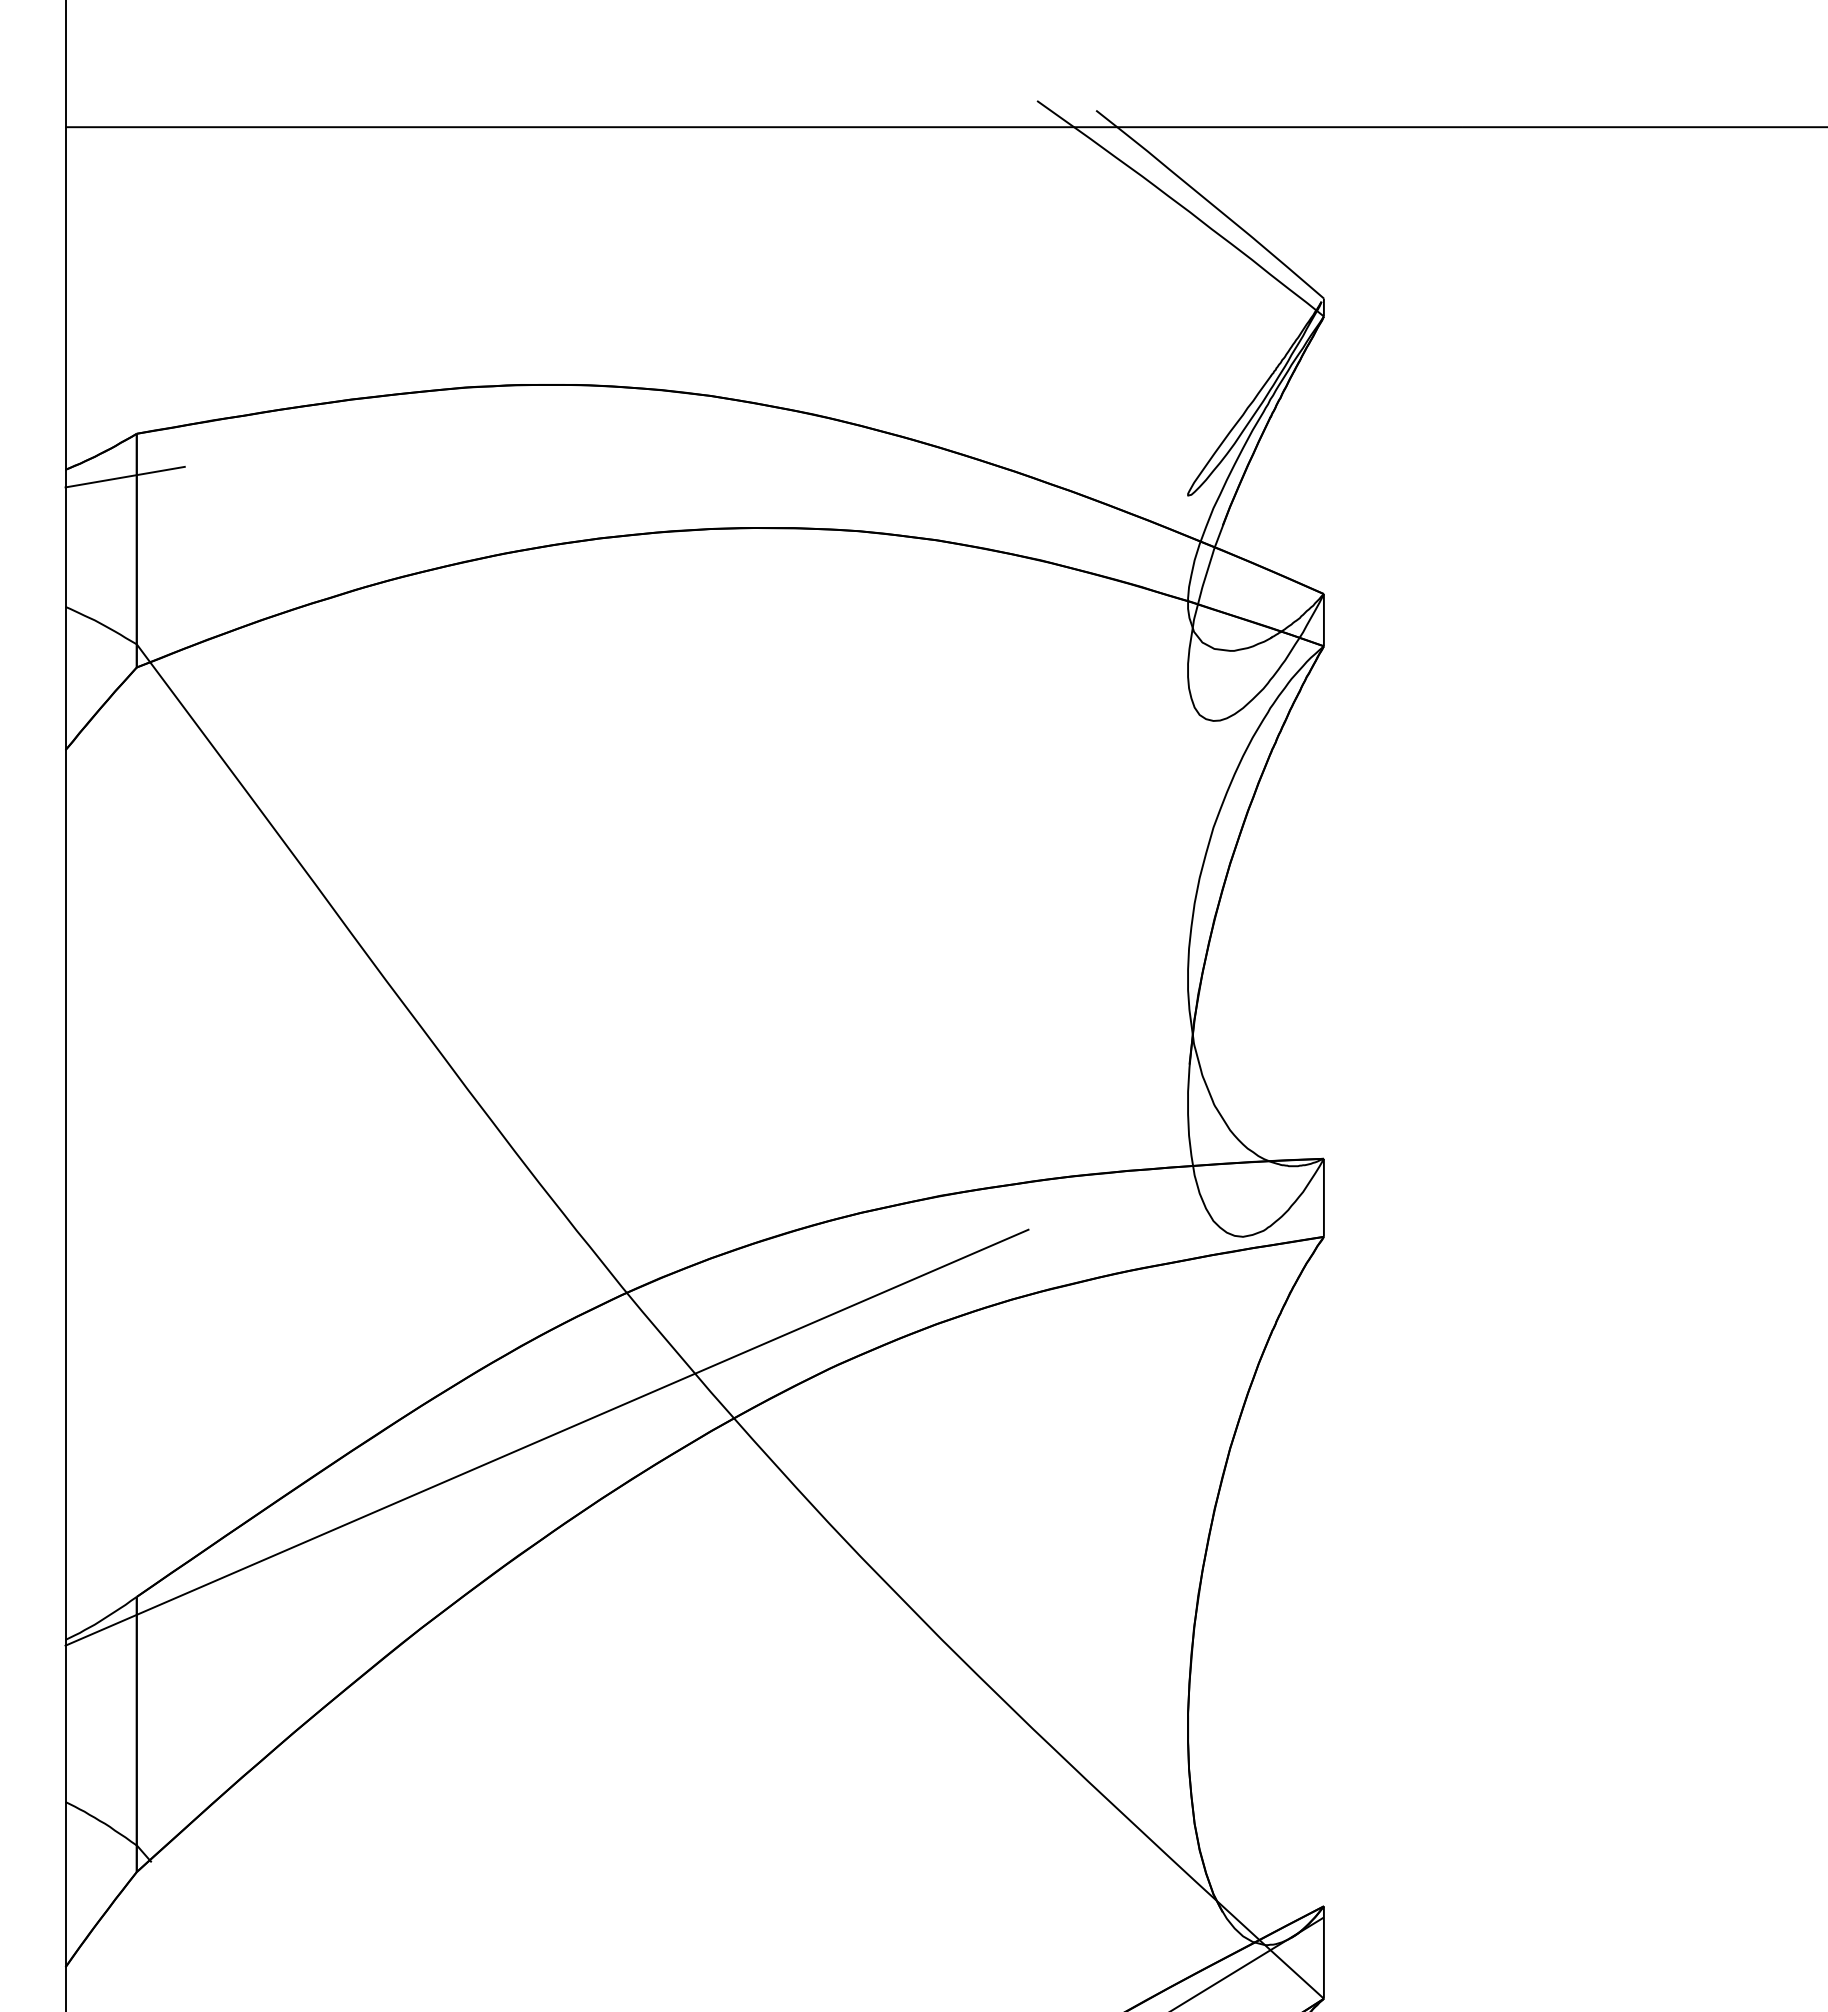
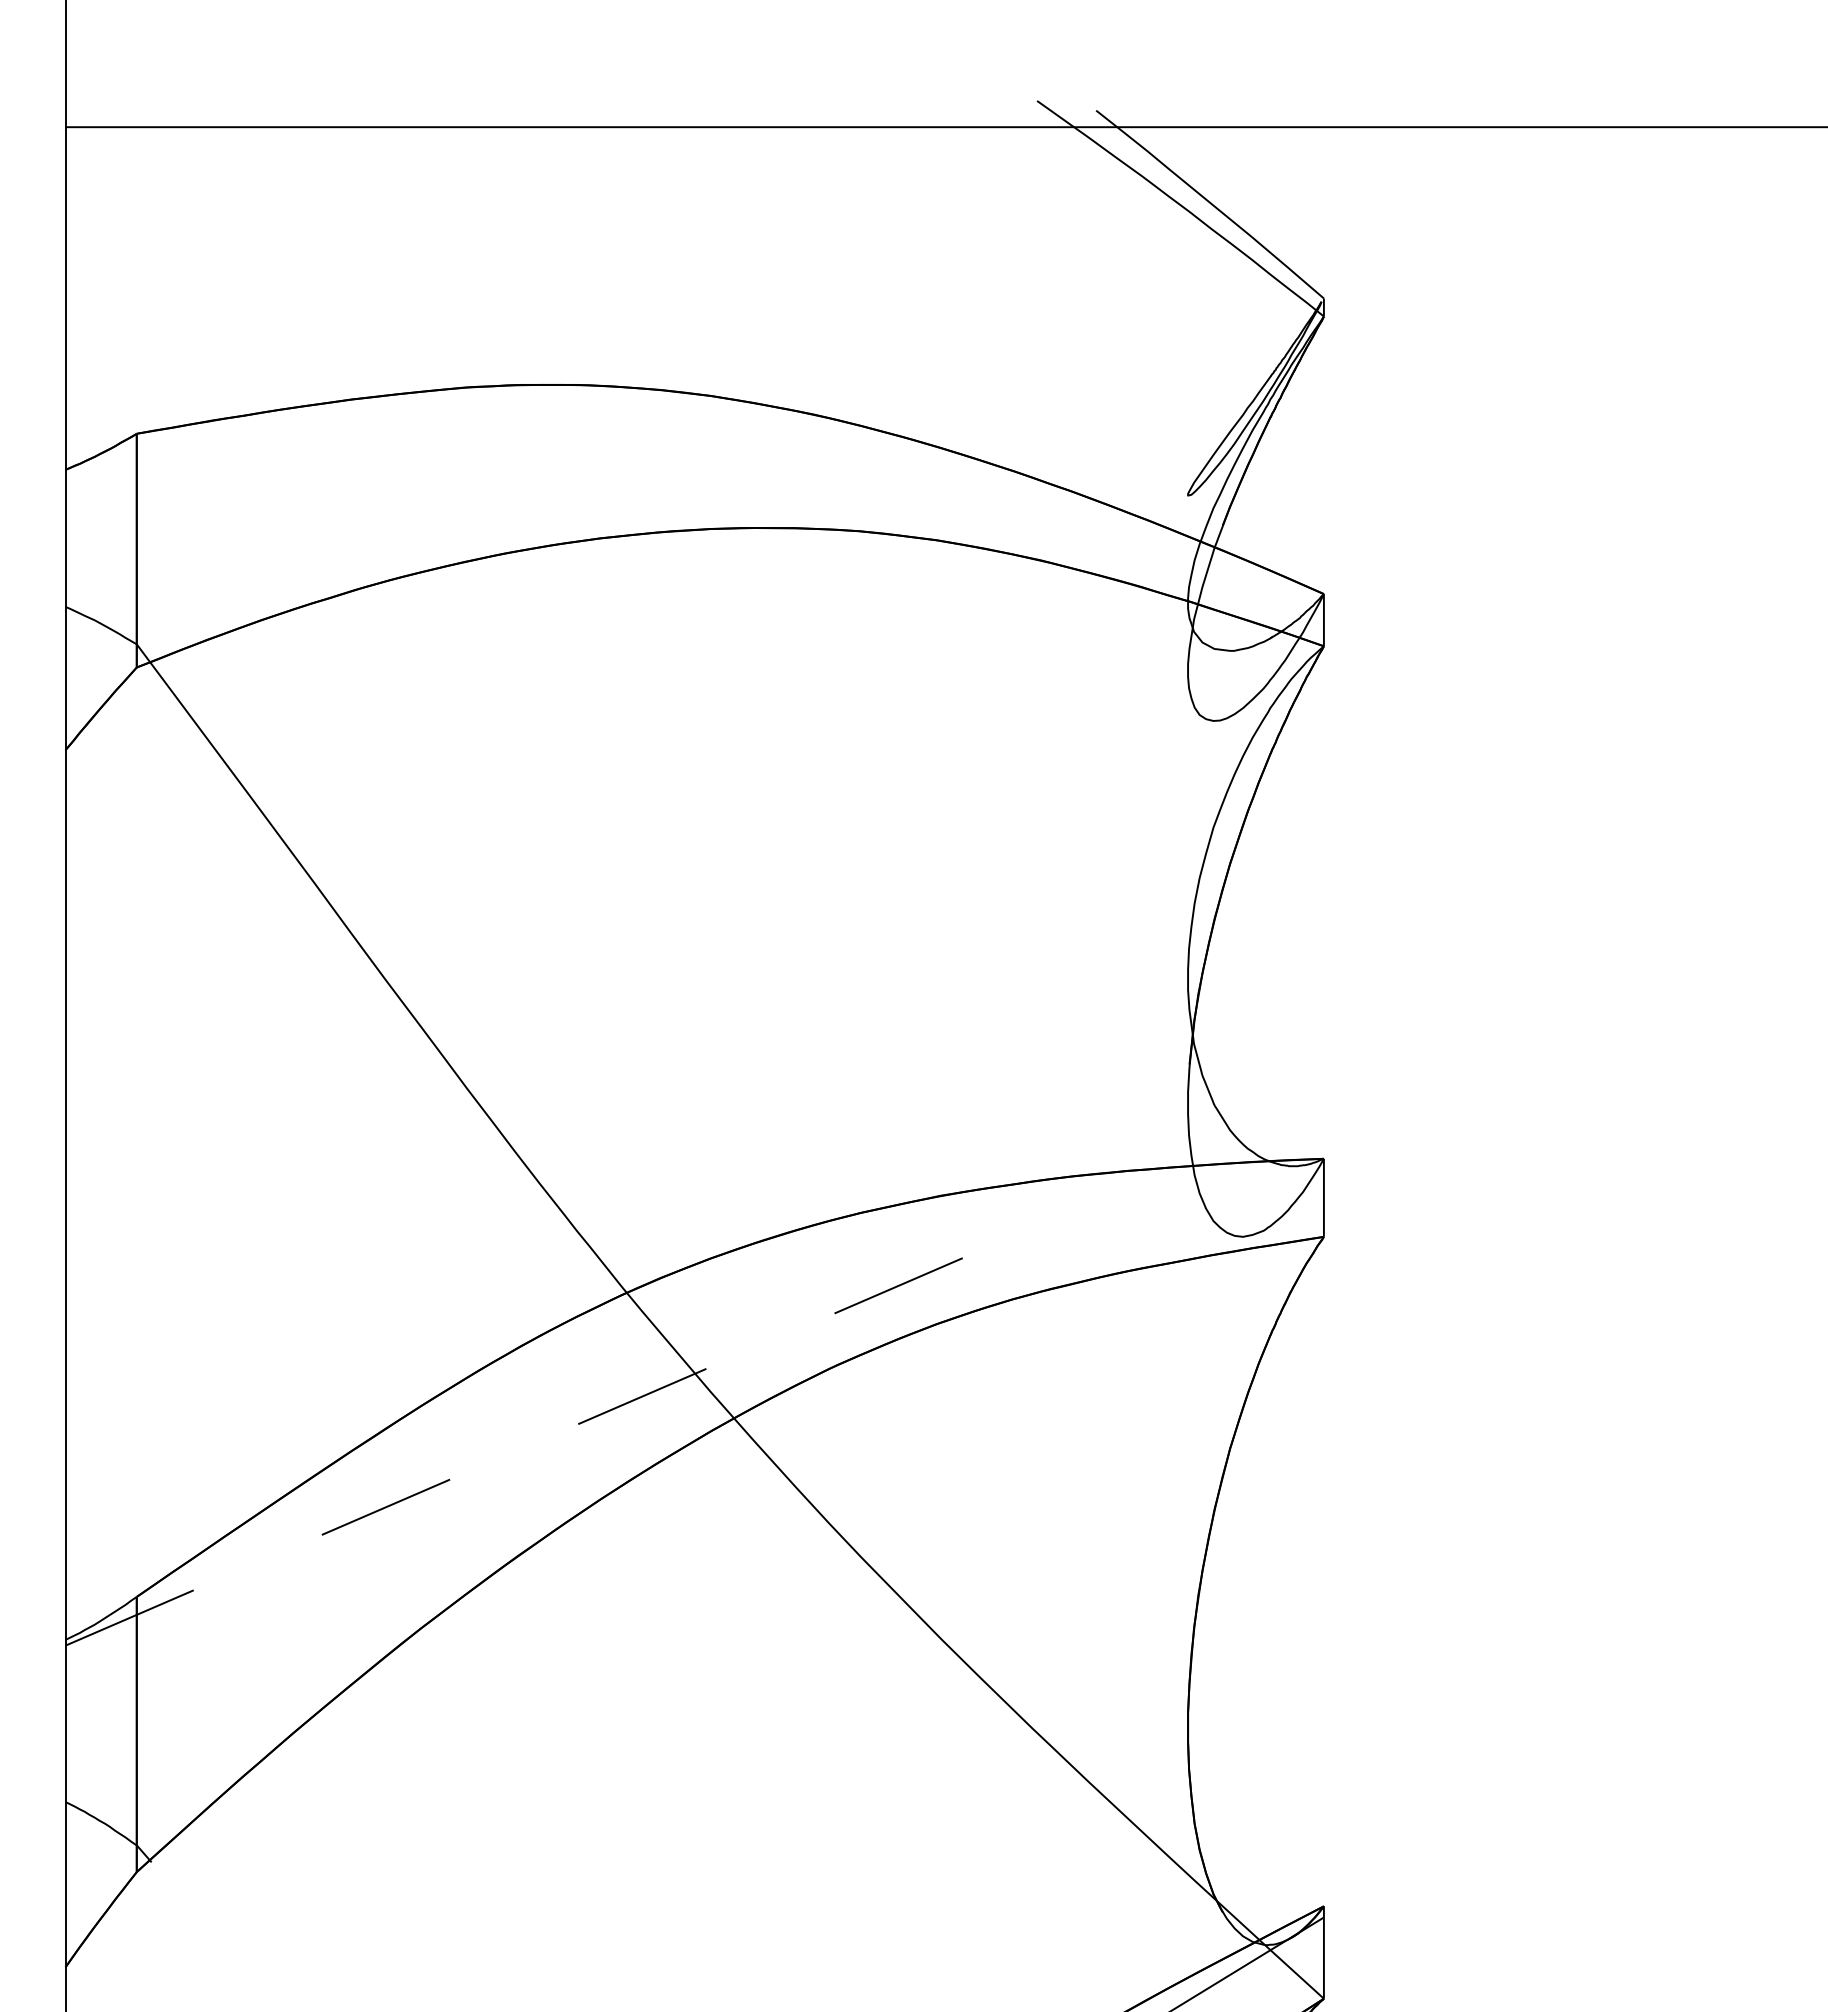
line at (124, 476): present -> none
line at (547, 1437): solid -> dashed
